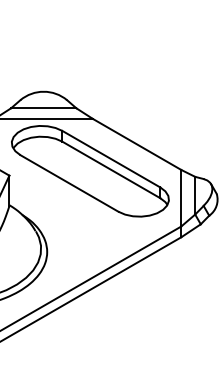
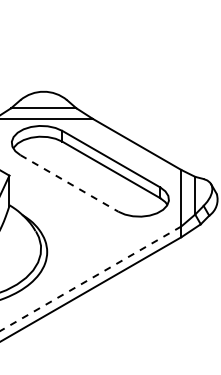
line at (69, 183): solid -> dashed
line at (90, 278): solid -> dashed
